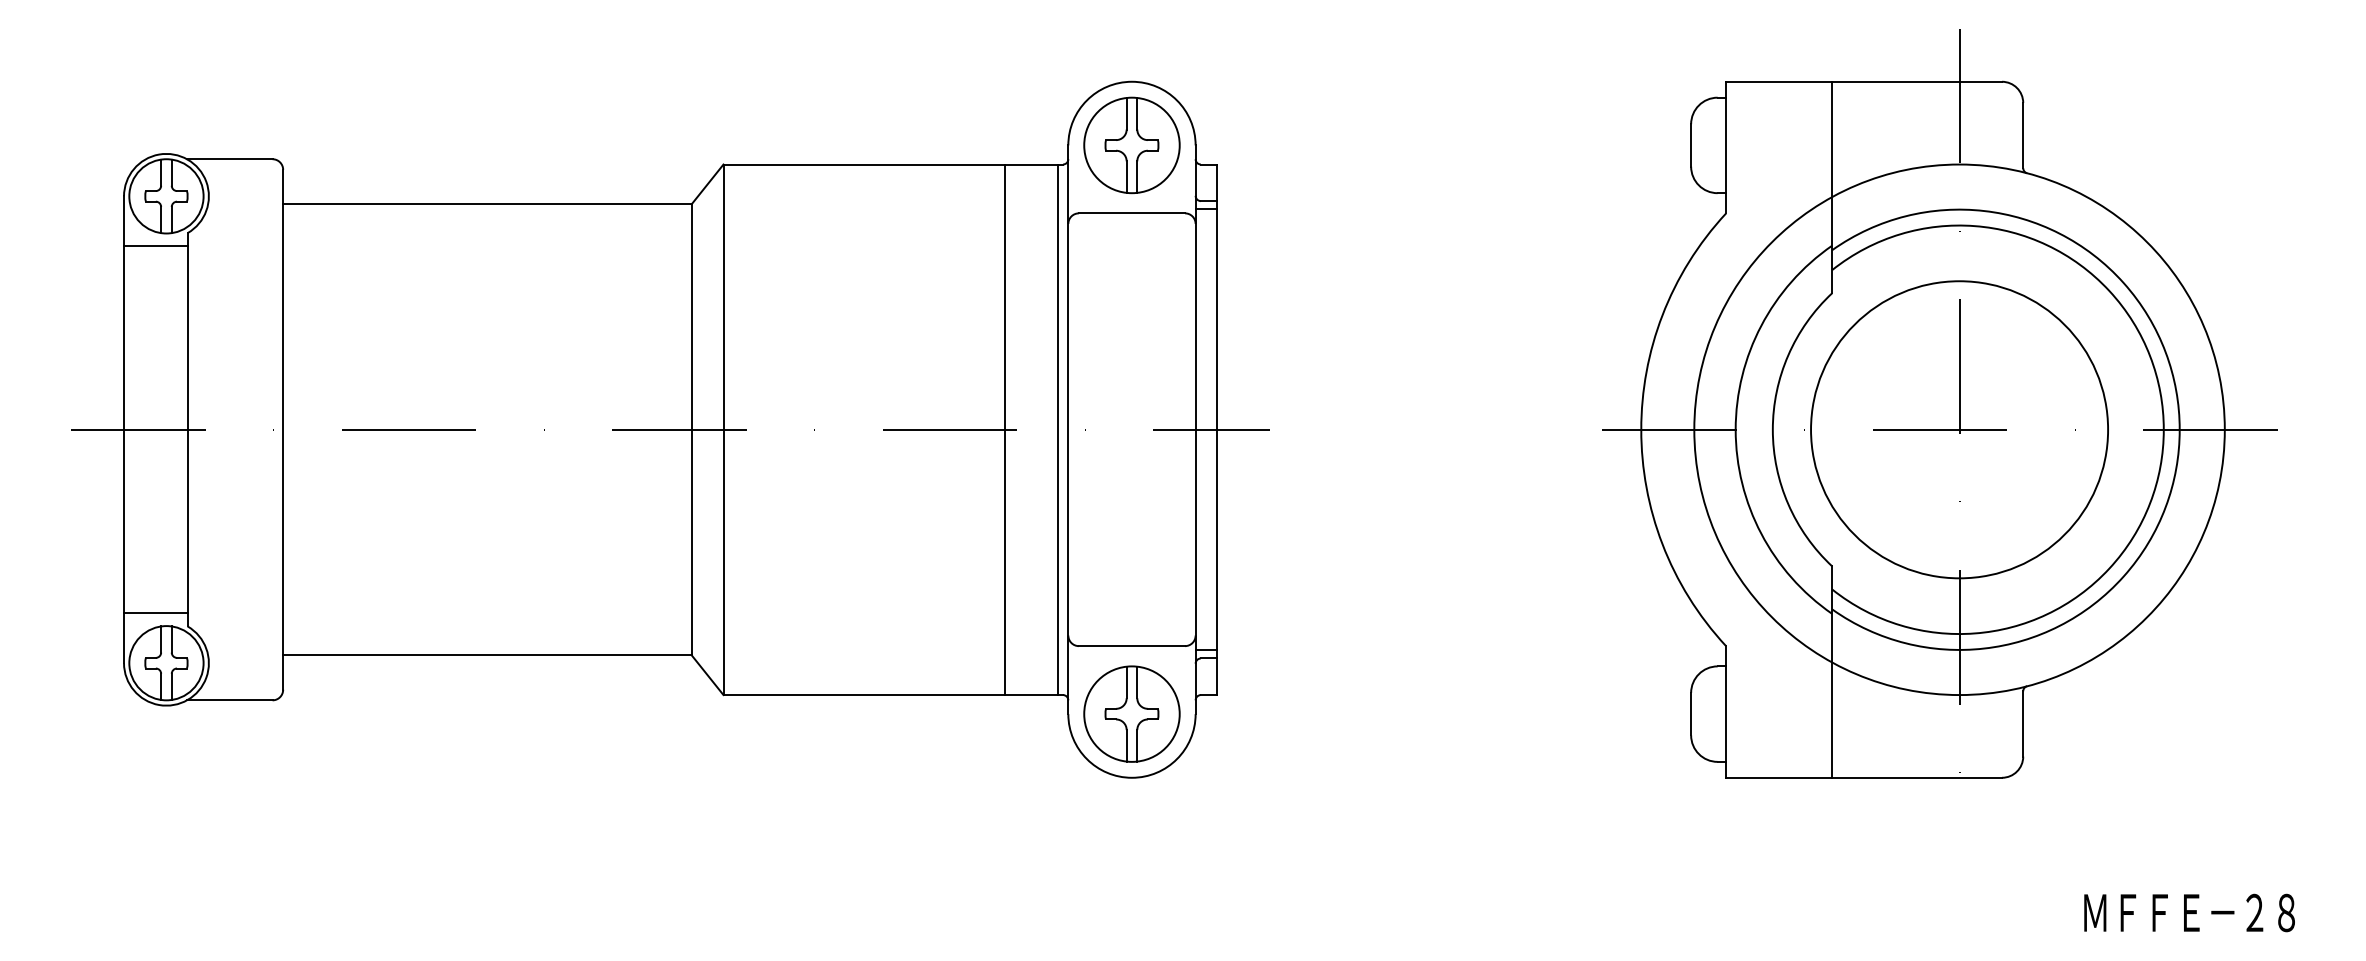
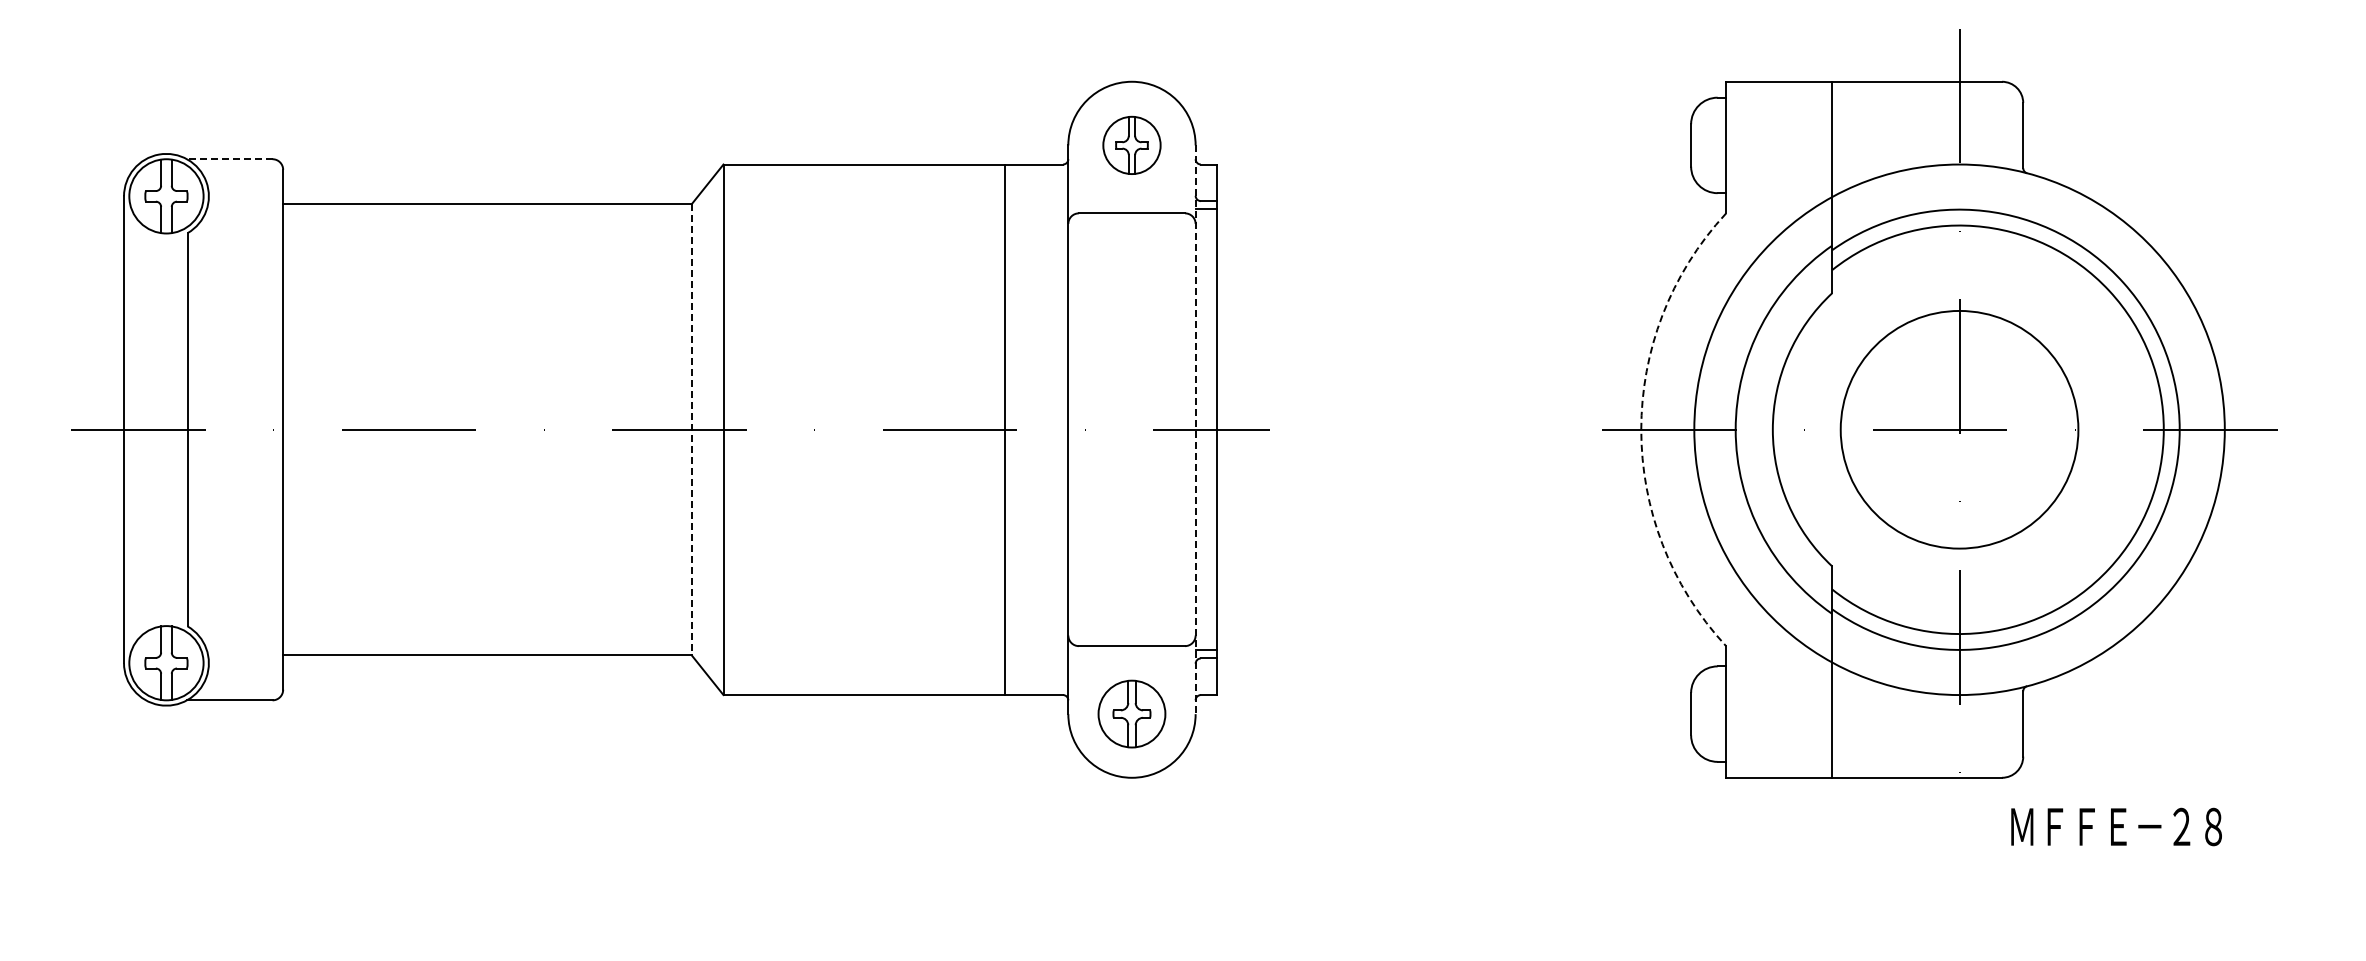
part at (1131, 145) size: 98x99 px -> 60x60 px
line at (229, 159): solid -> dashed
line at (155, 246): present -> none
line at (1057, 429): present -> none
arc at (1641, 429): solid -> dashed
circle at (1959, 429) diameter: 297 px -> 238 px
line at (691, 430): solid -> dashed
line at (1195, 430): solid -> dashed
line at (155, 613): present -> none
part at (1131, 713) size: 98x98 px -> 70x70 px
text at (2189, 912) position: (2189, 912) -> (2116, 826)
